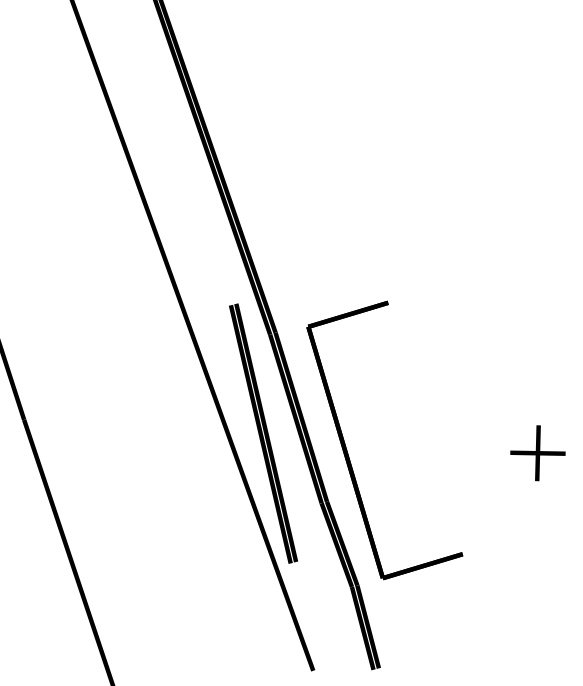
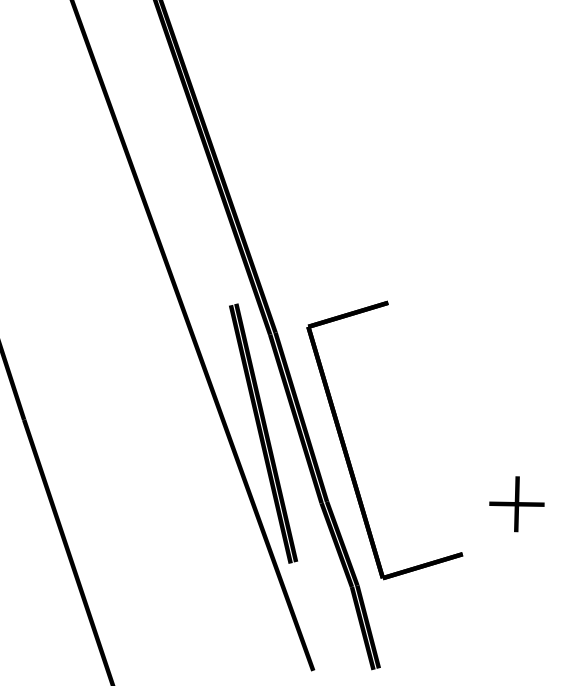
part at (537, 453) position: (537, 453) -> (516, 504)
